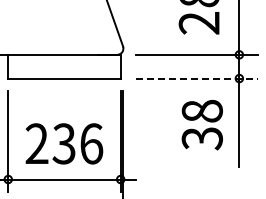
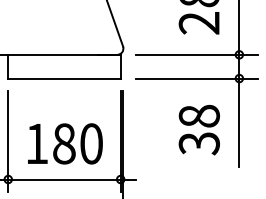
line at (197, 78): dashed -> solid
text at (201, 125) position: (201, 125) -> (198, 130)
text at (64, 143): 236 -> 180
